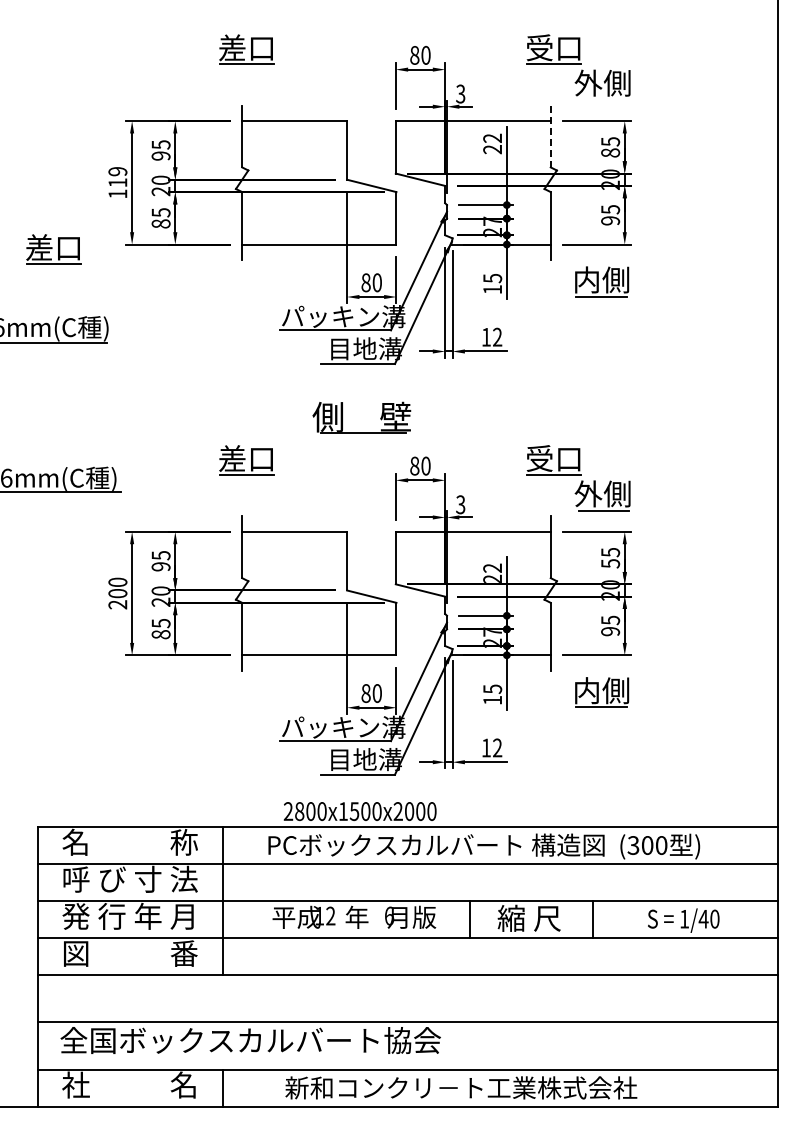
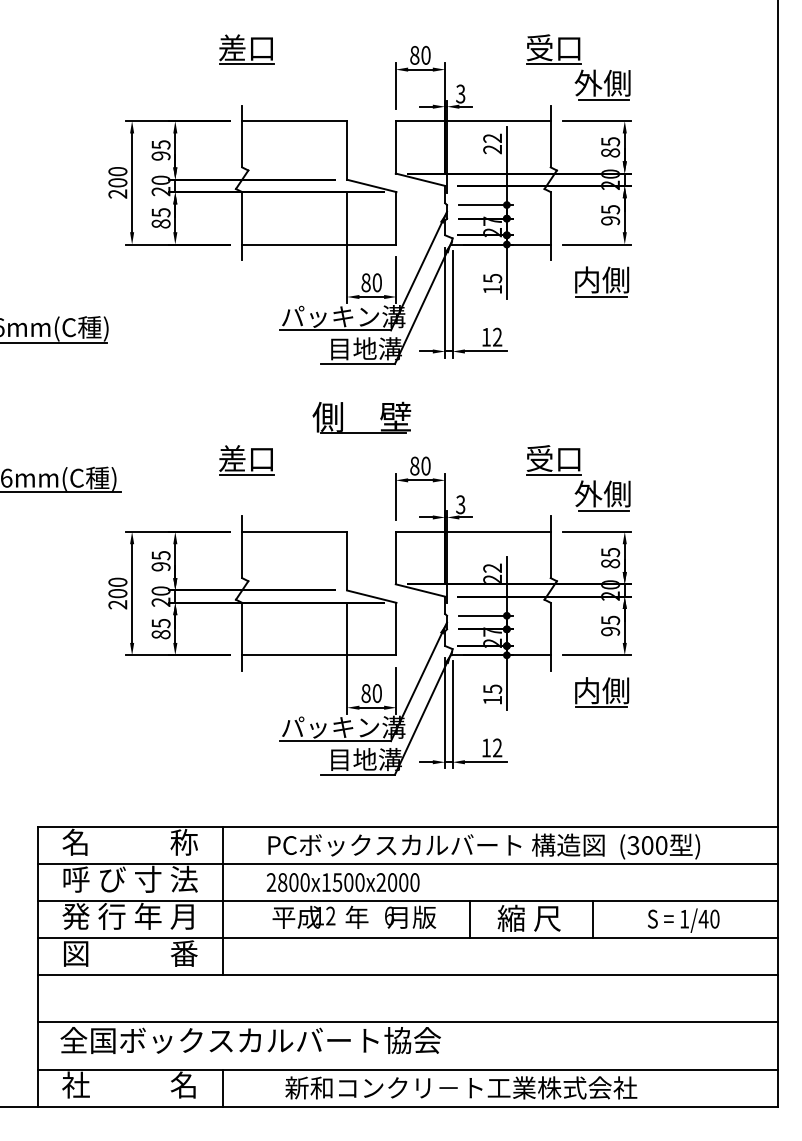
line at (603, 99): none -> present
line at (550, 136): dashed -> solid
text at (117, 182): 119 -> 200
part at (53, 249): present -> none
text at (610, 563): 55 -> 85
text at (359, 811) position: (359, 811) -> (342, 882)
